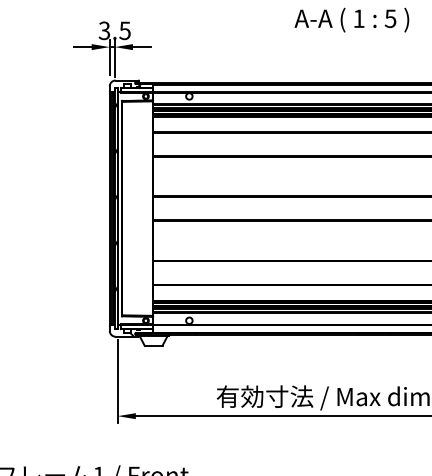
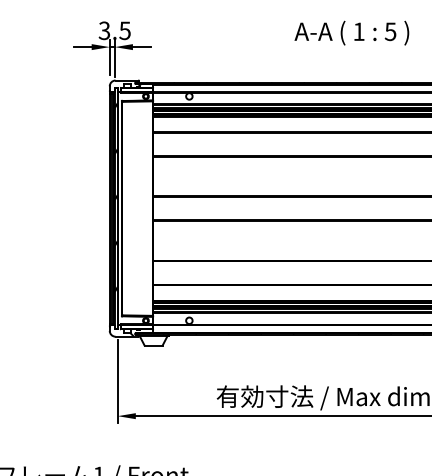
text at (351, 19) position: (351, 19) -> (351, 32)
